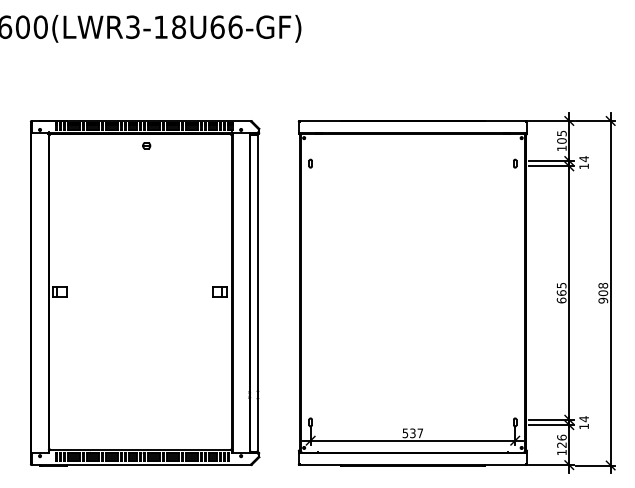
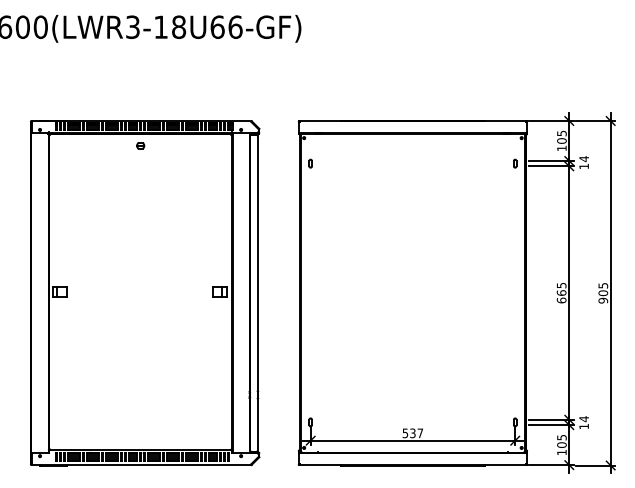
part at (146, 145) position: (146, 145) -> (140, 145)
text at (603, 285): 908 -> 905
text at (561, 440): 126 -> 105
